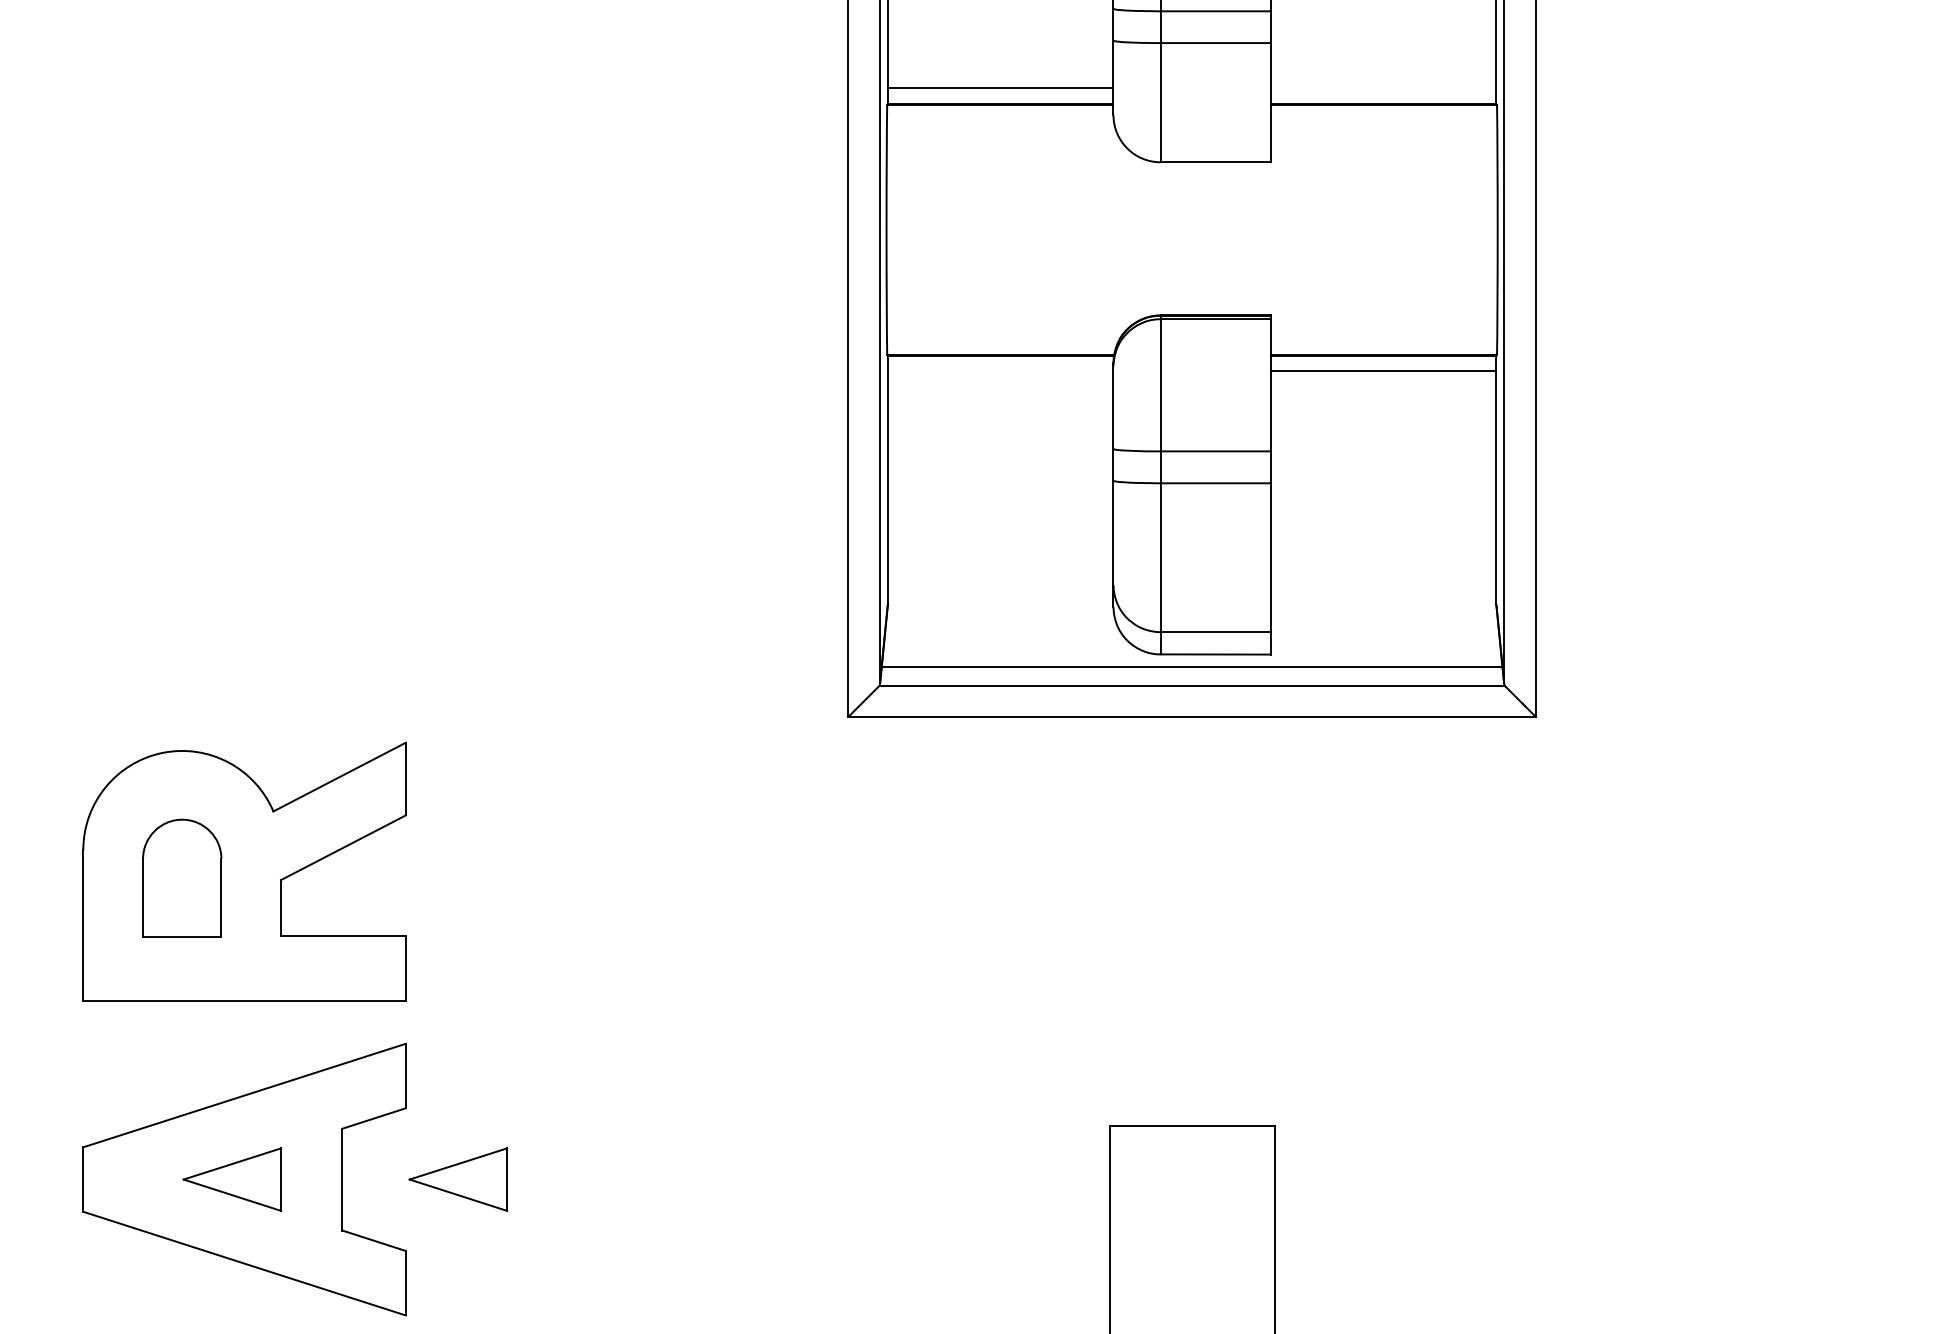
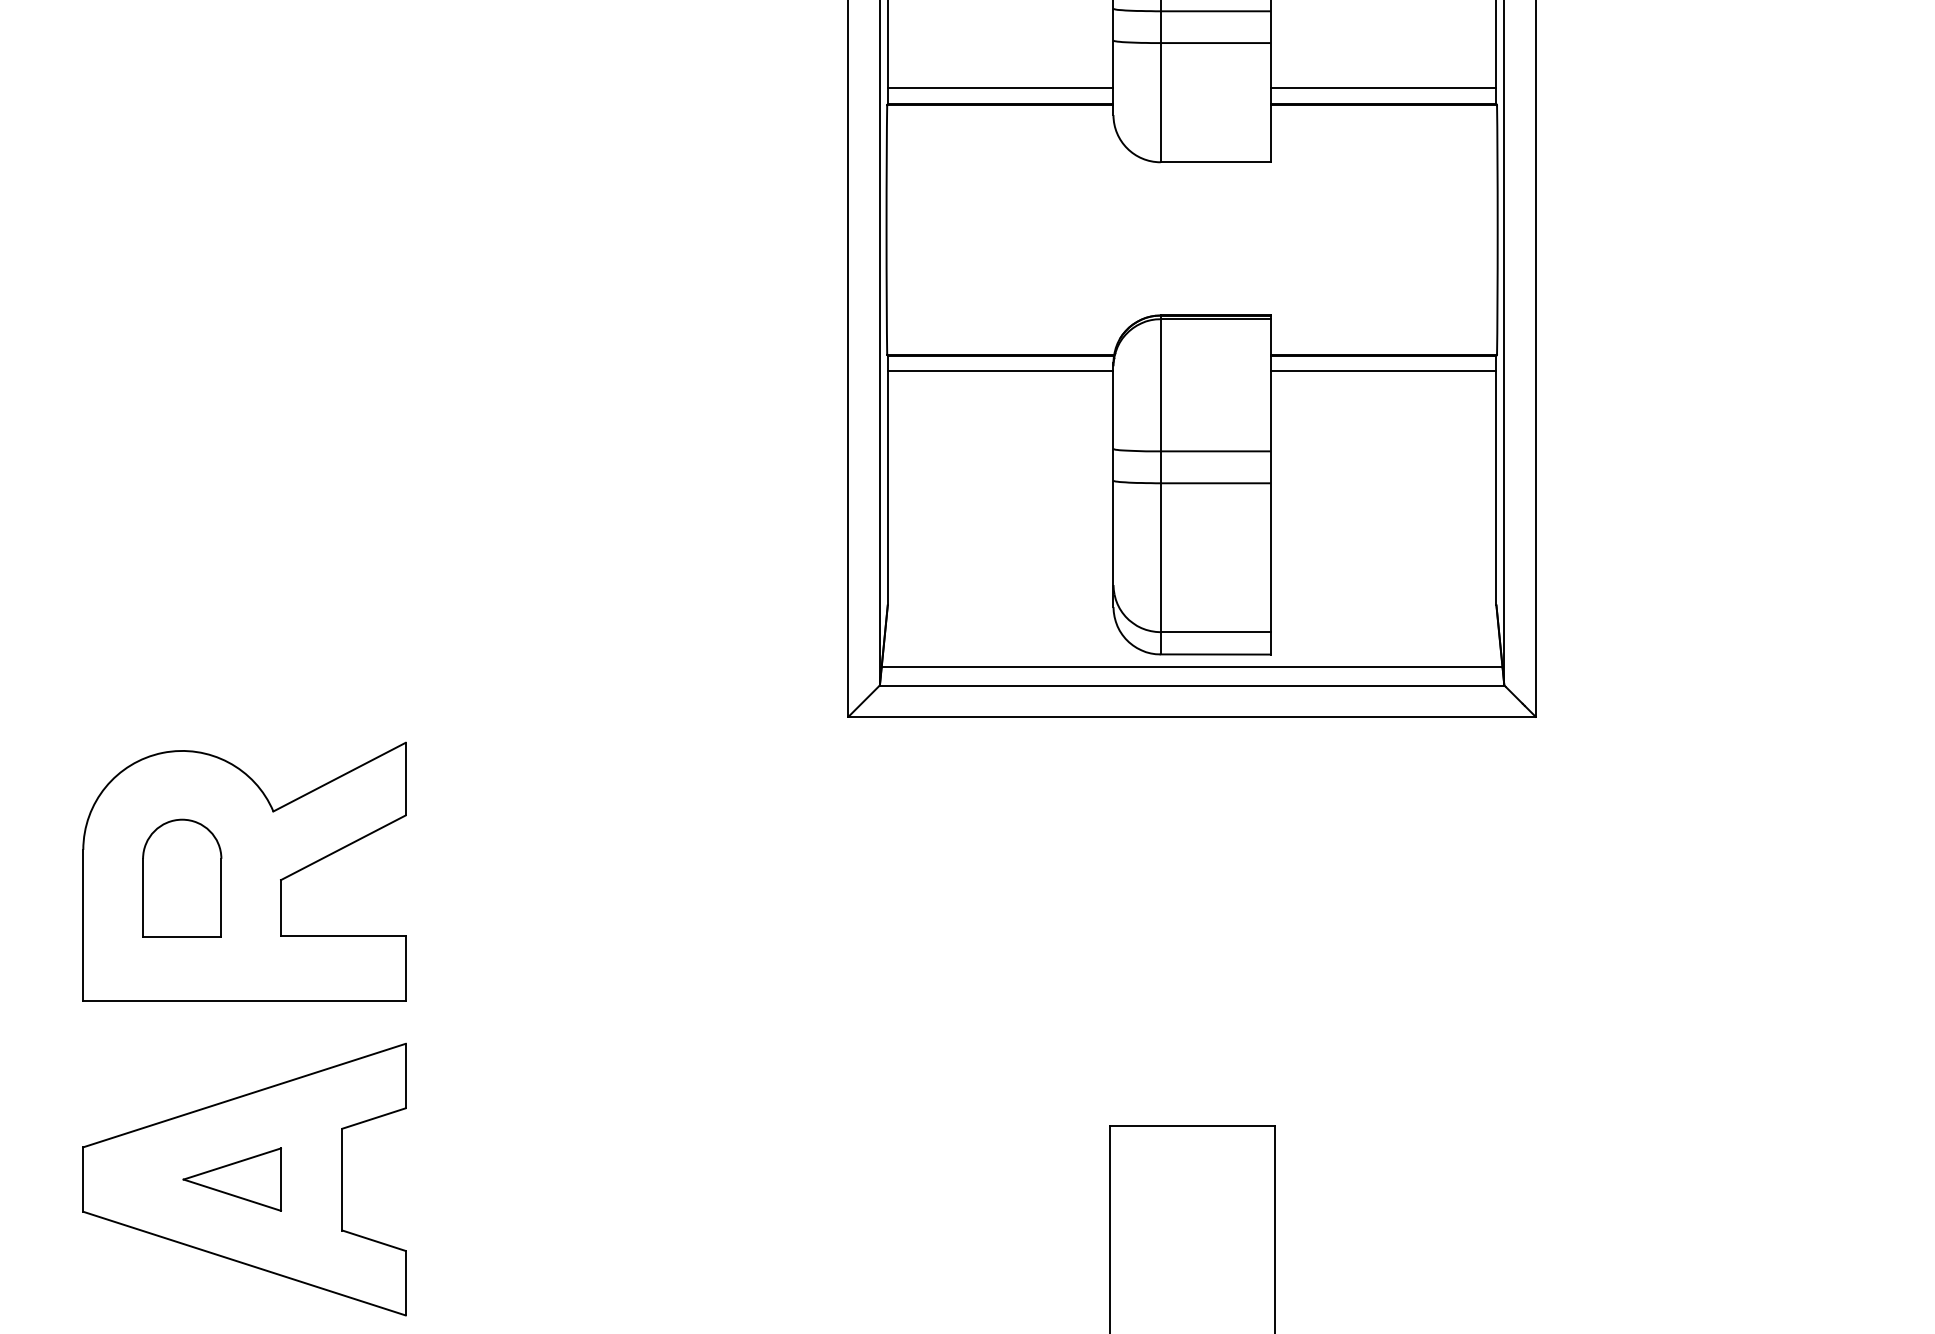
line at (1383, 88): none -> present
line at (1000, 371): none -> present
part at (457, 1179): present -> none
